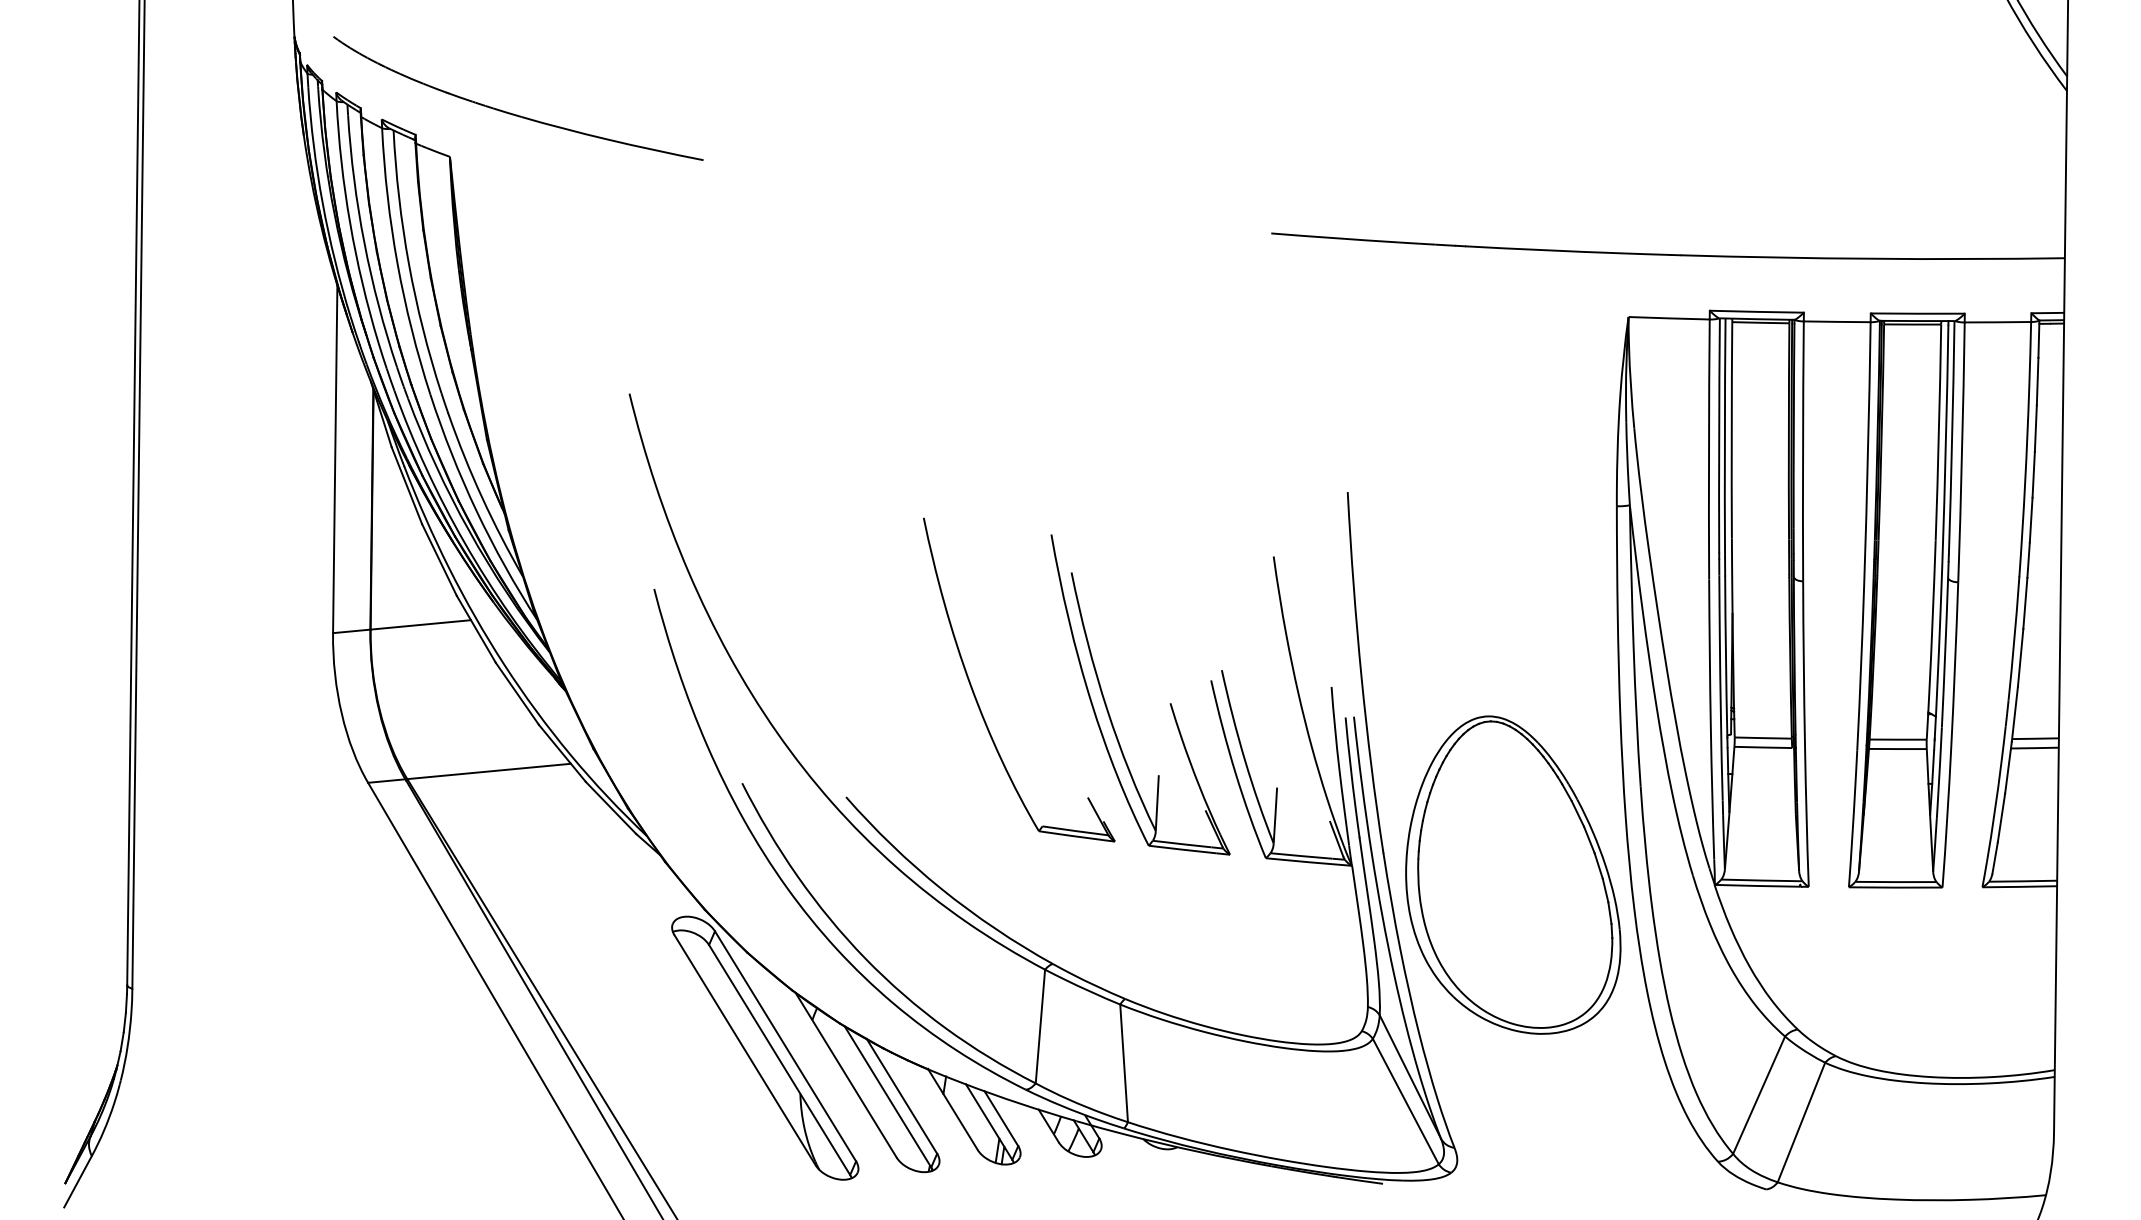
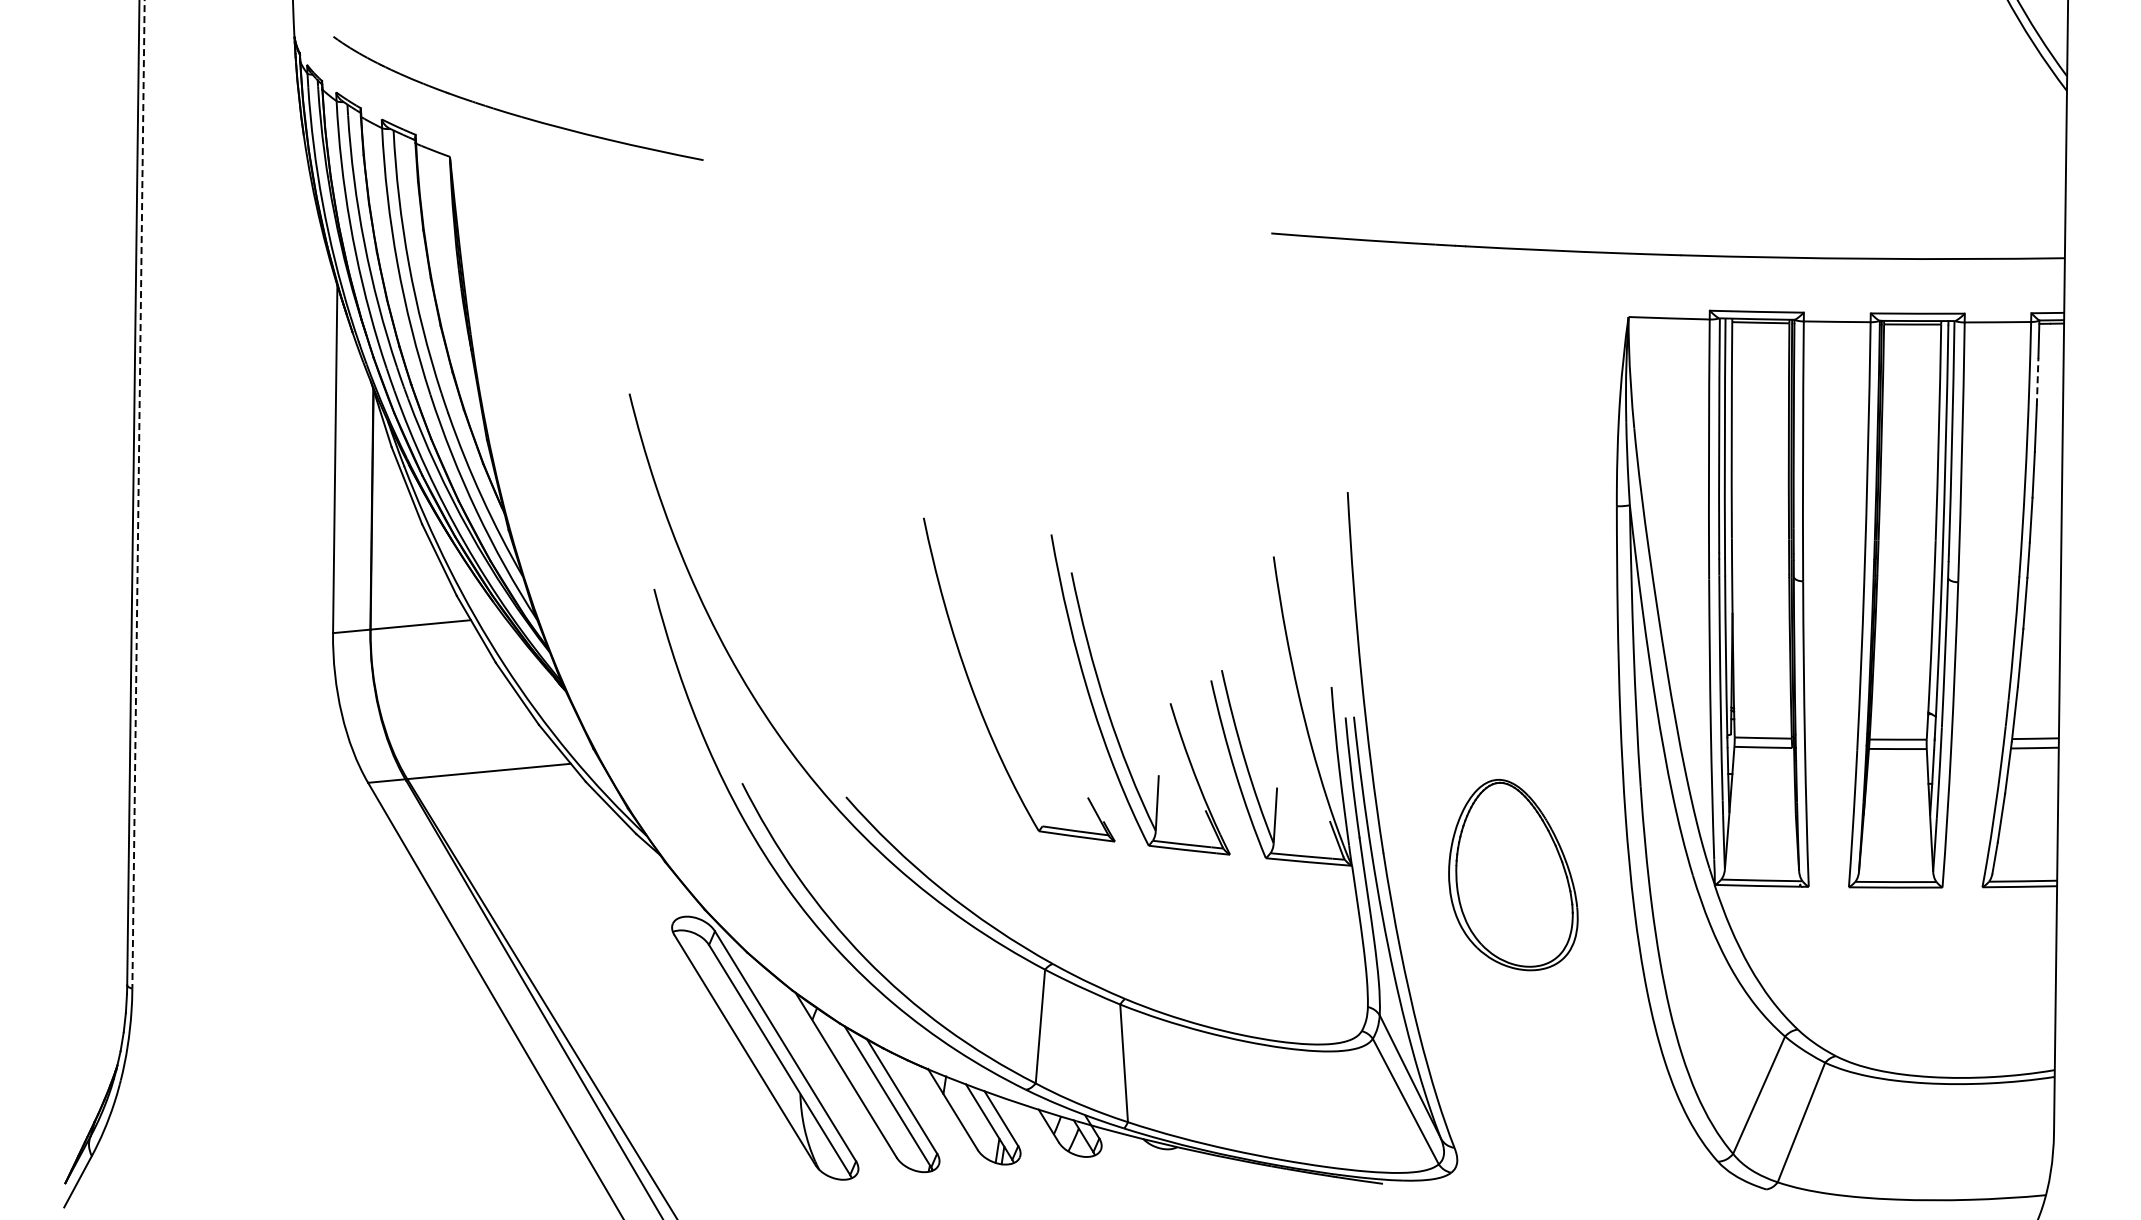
line at (2037, 381): solid -> dashed
line at (138, 494): solid -> dashed
part at (1513, 874) size: 217x320 px -> 131x193 px
